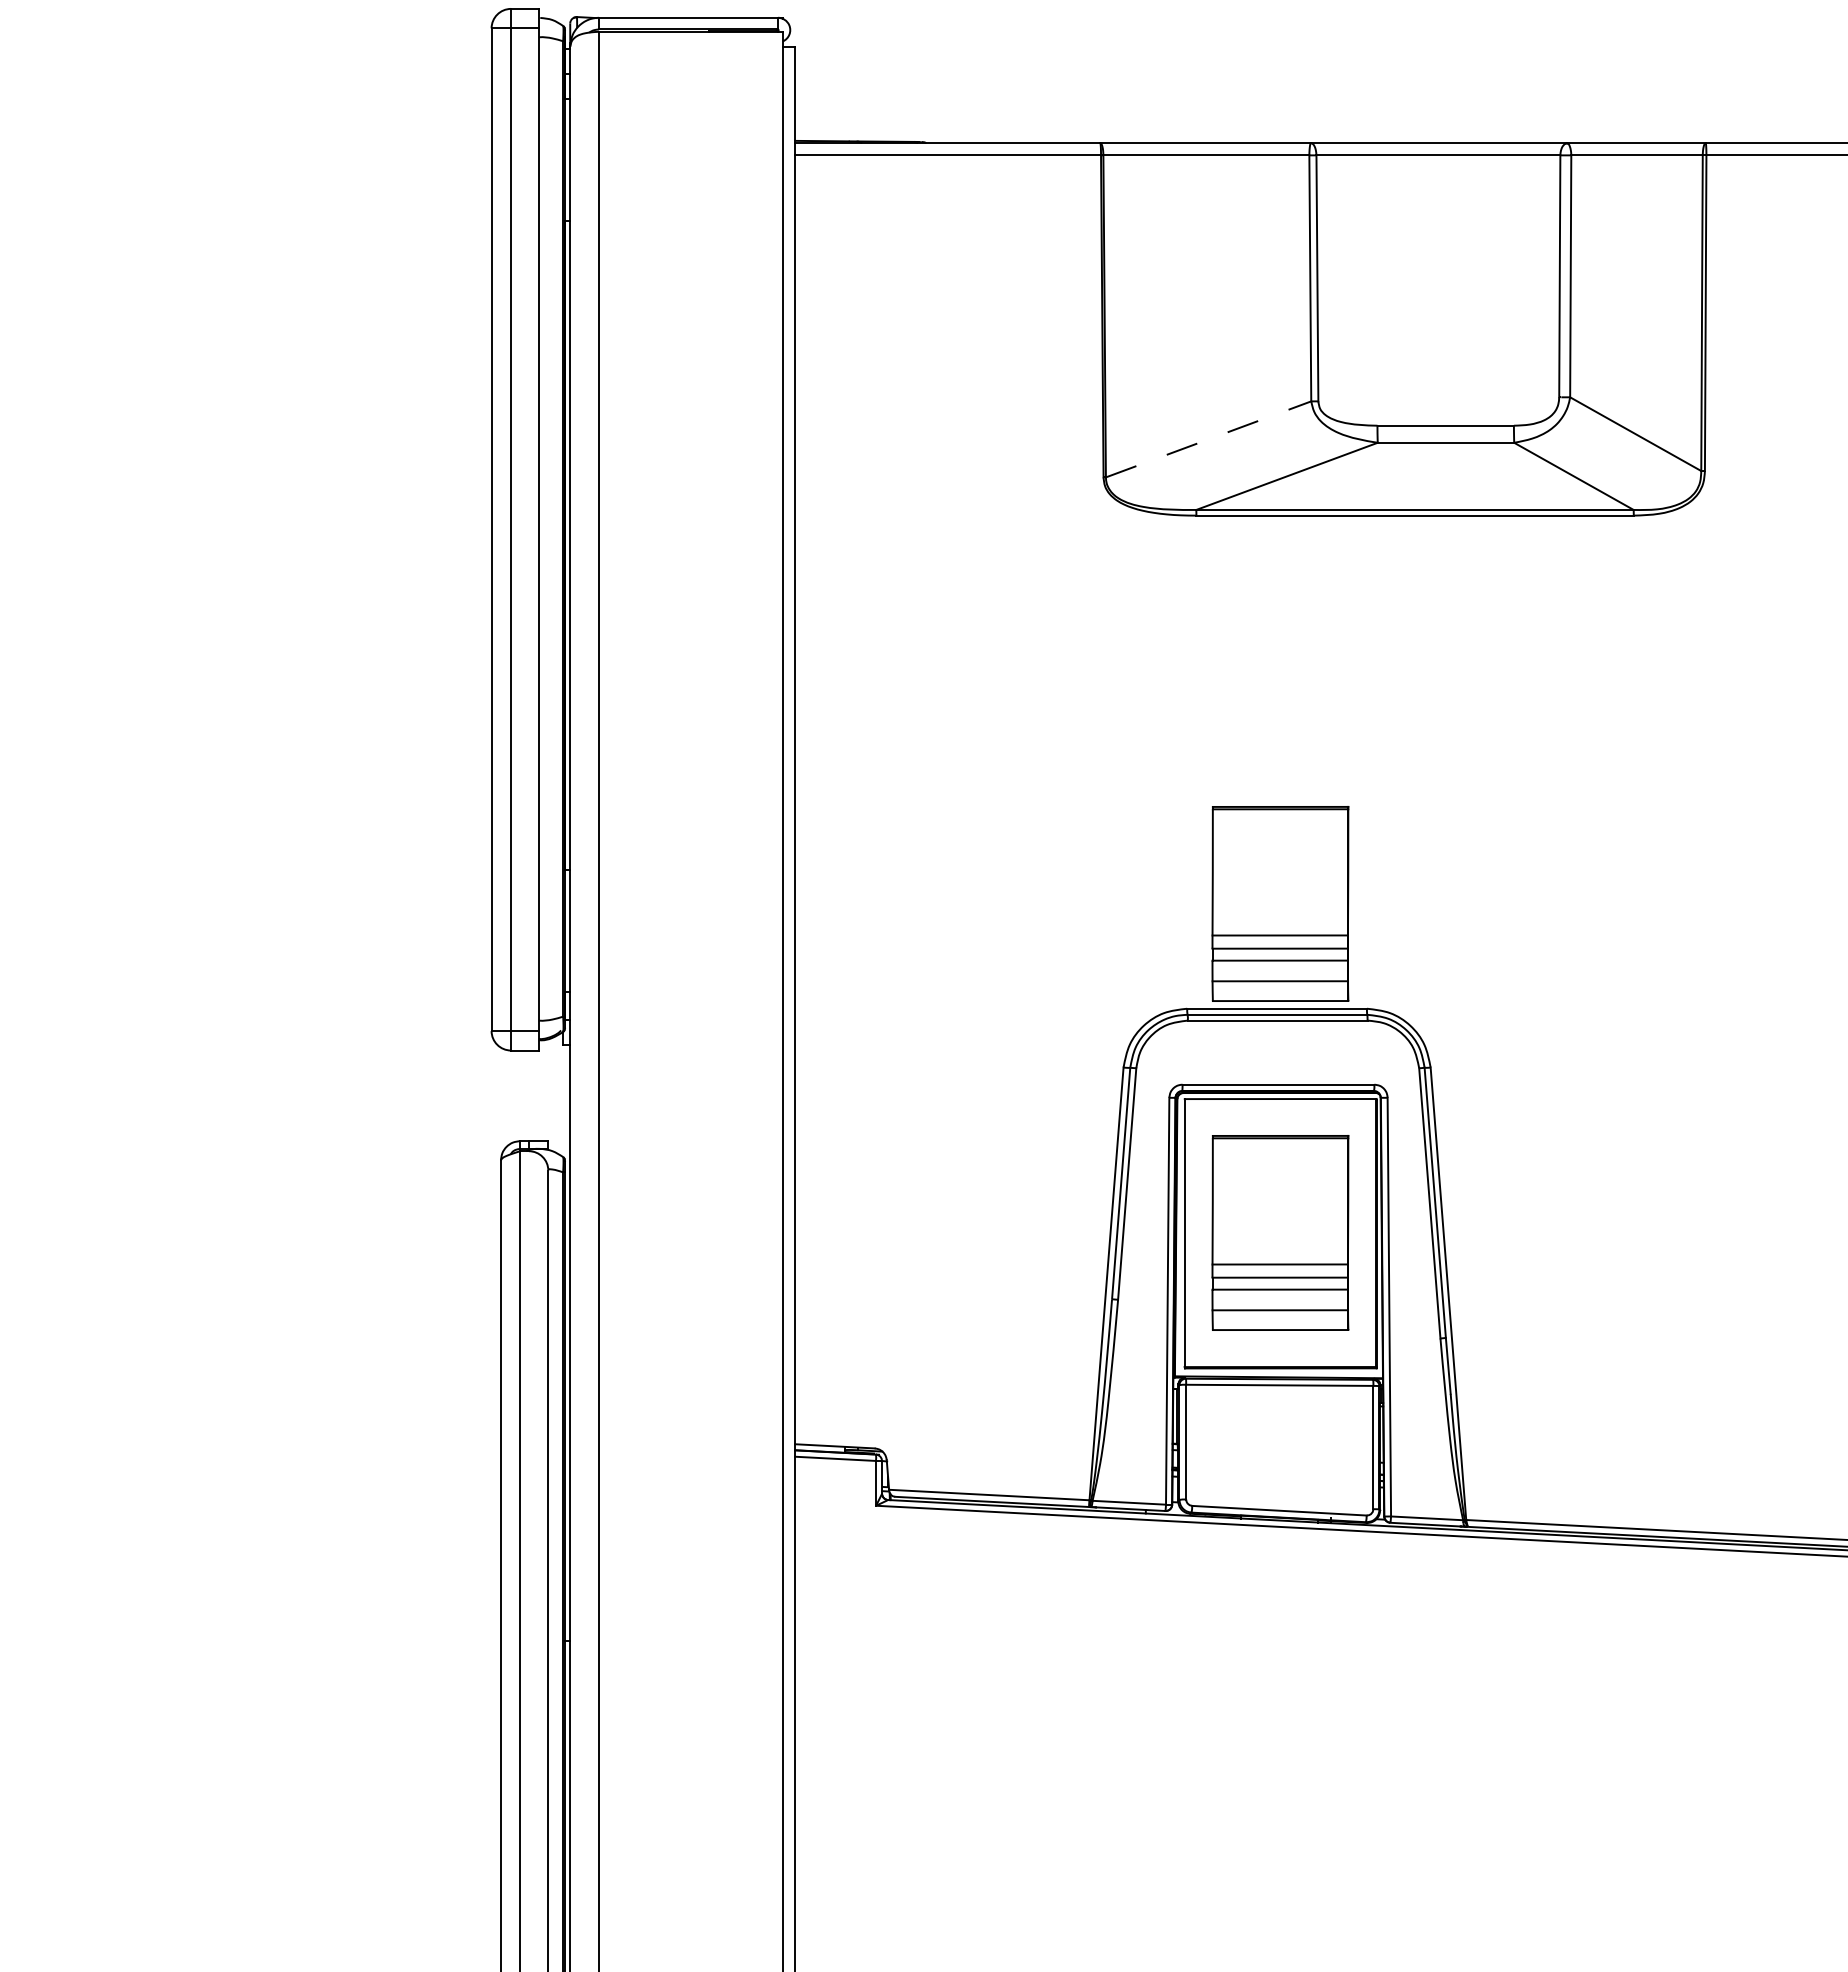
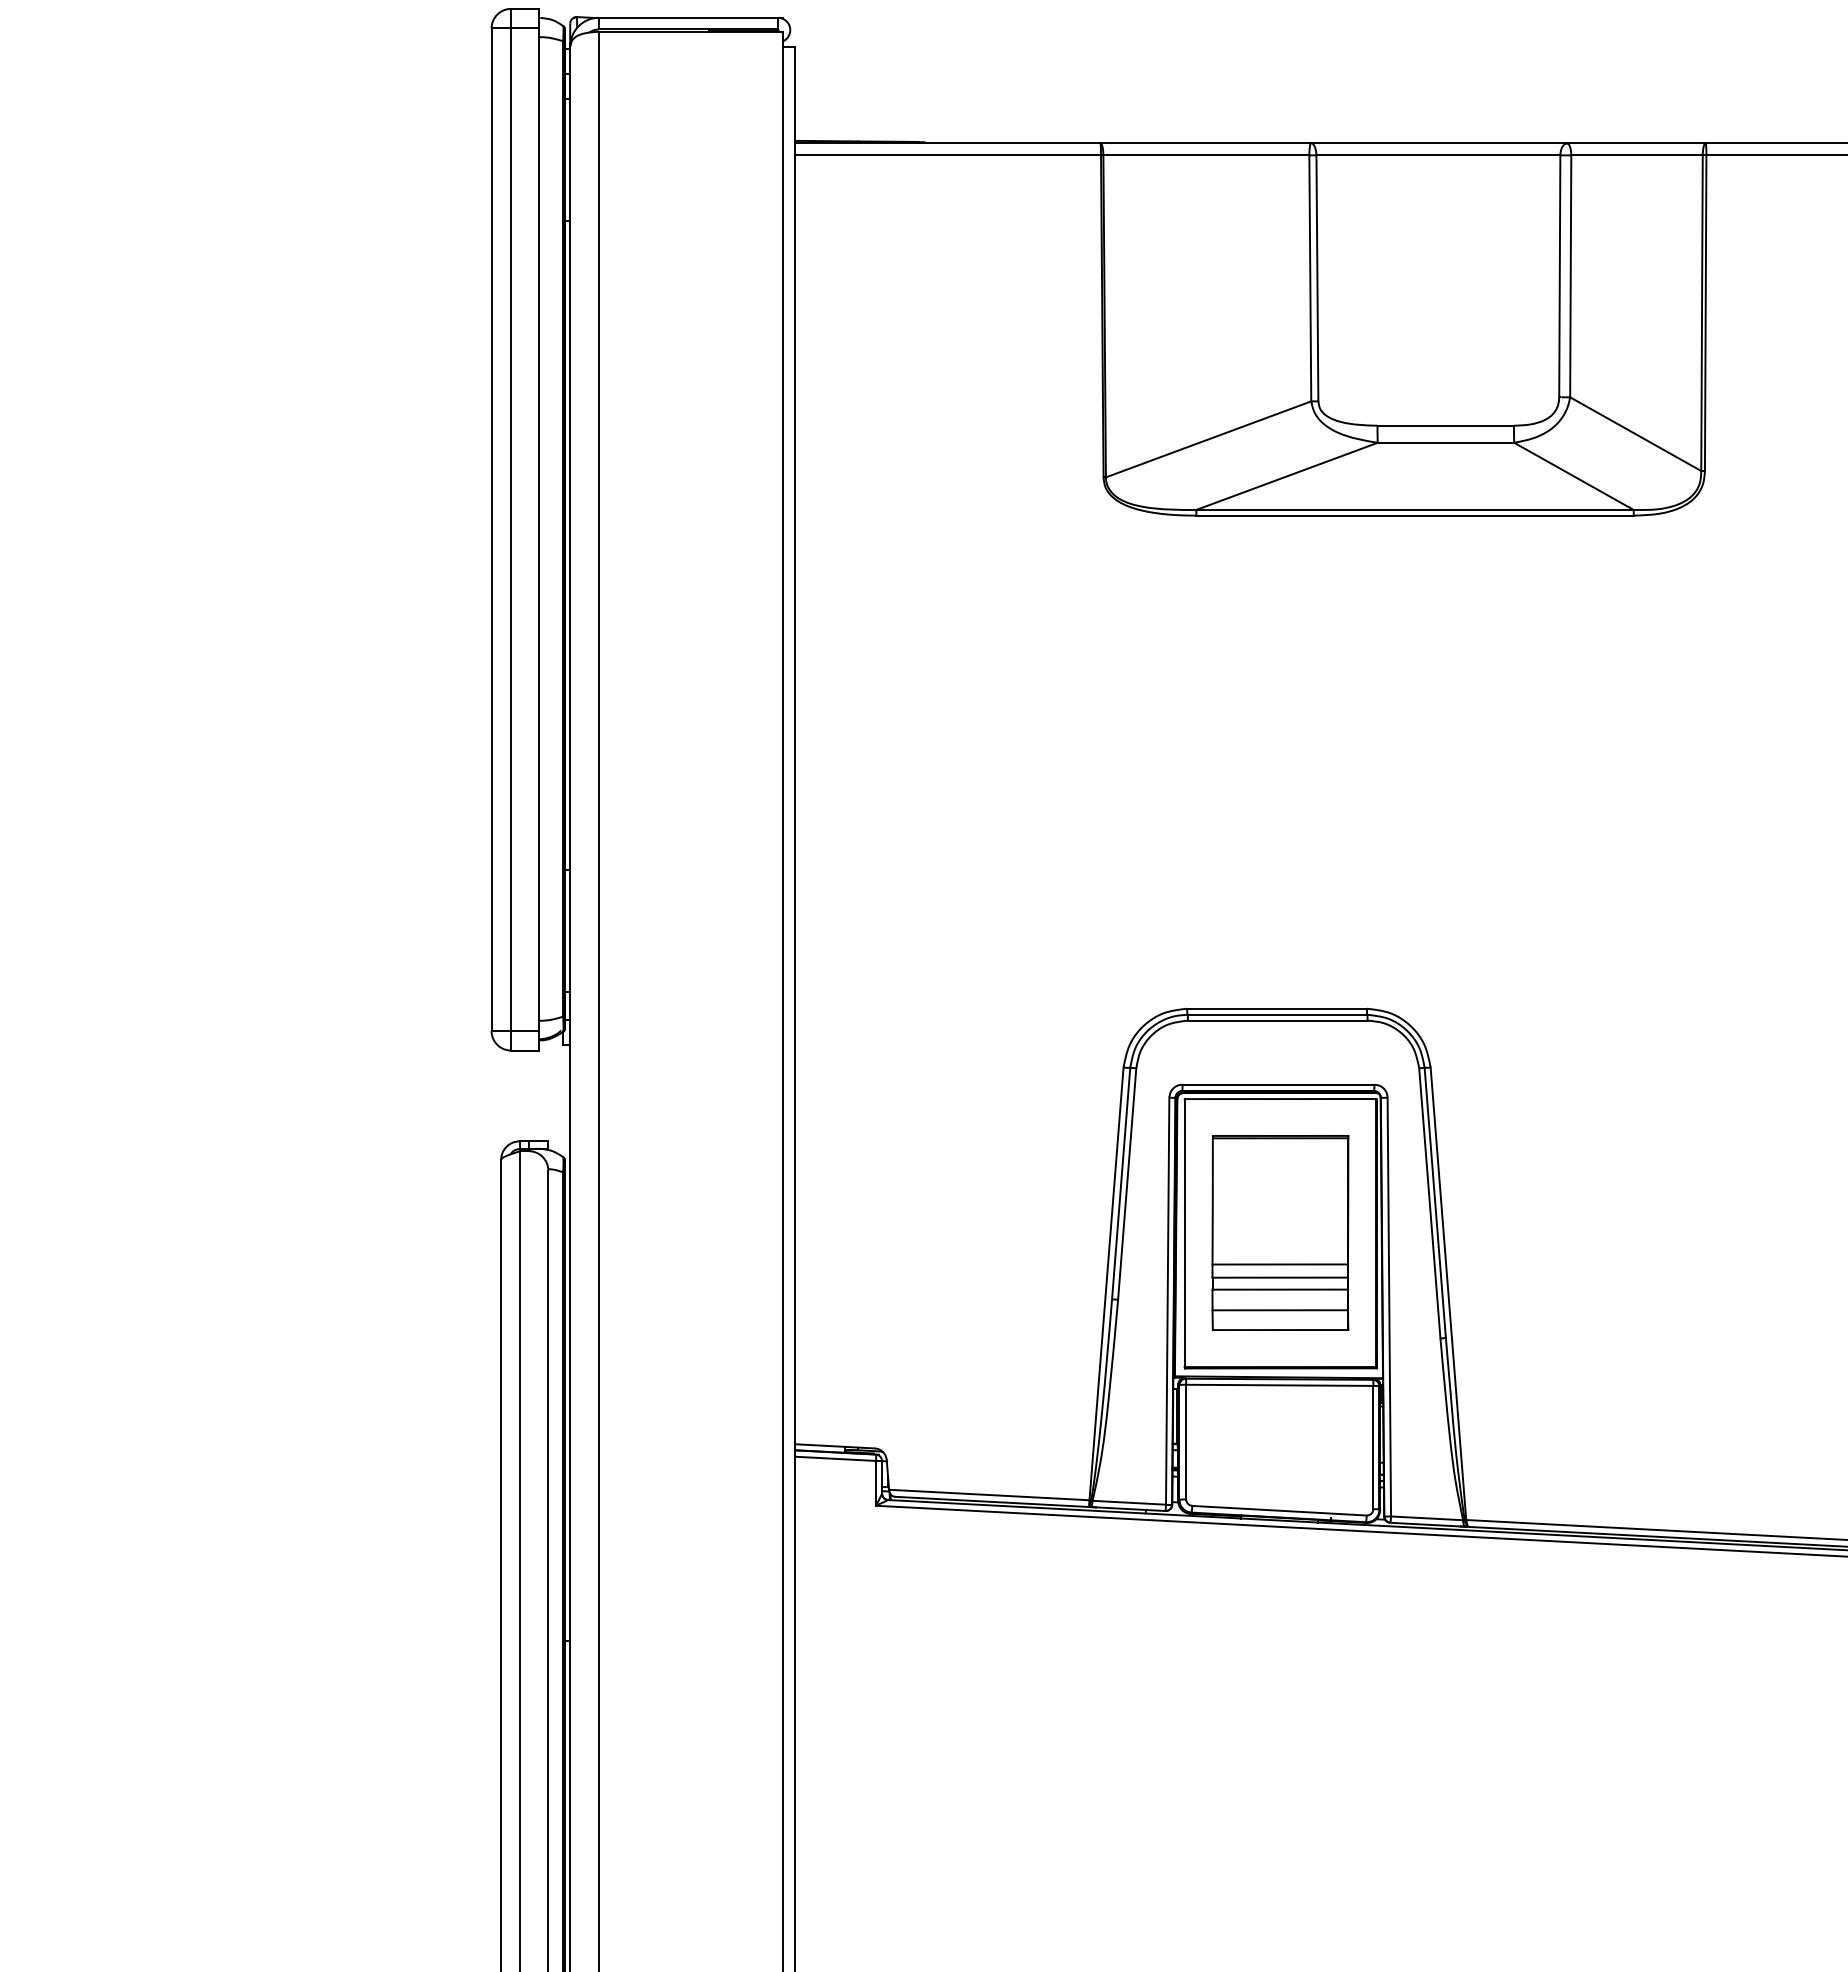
line at (1209, 439): dashed -> solid
part at (1280, 903): present -> none
